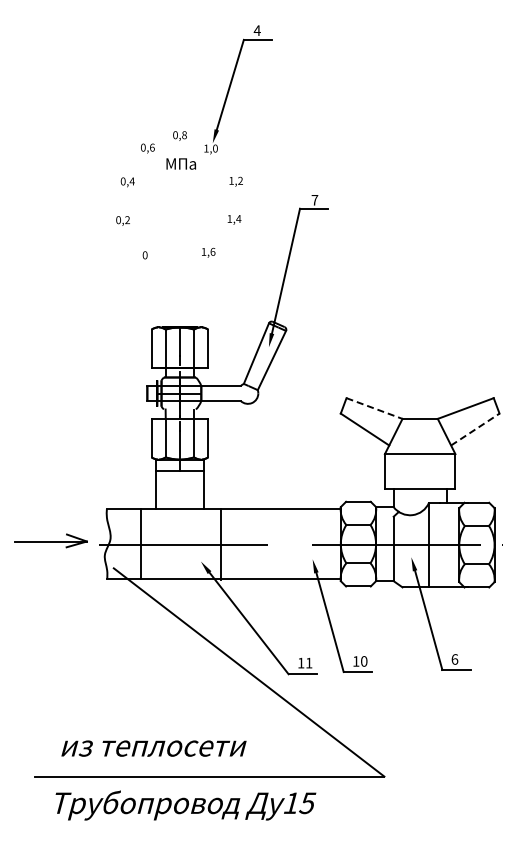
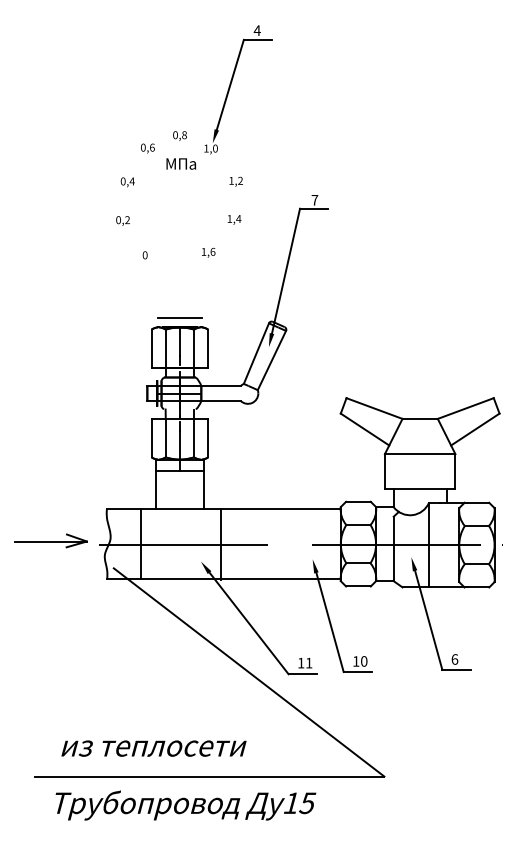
line at (179, 317): none -> present
line at (374, 408): dashed -> solid
line at (475, 429): dashed -> solid
